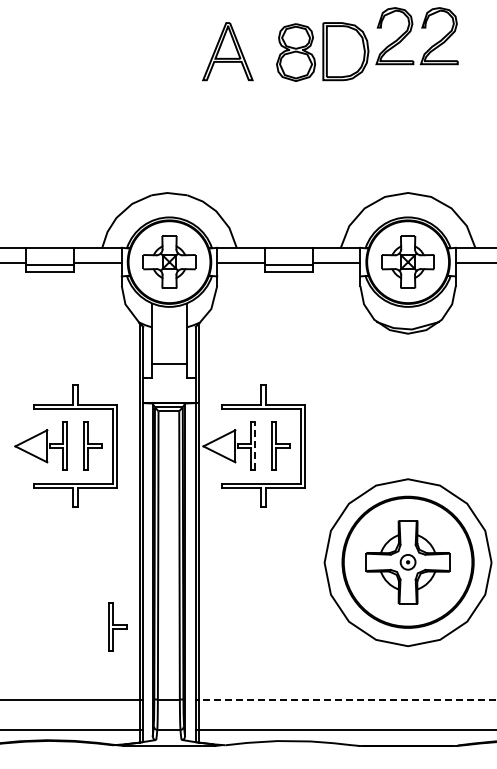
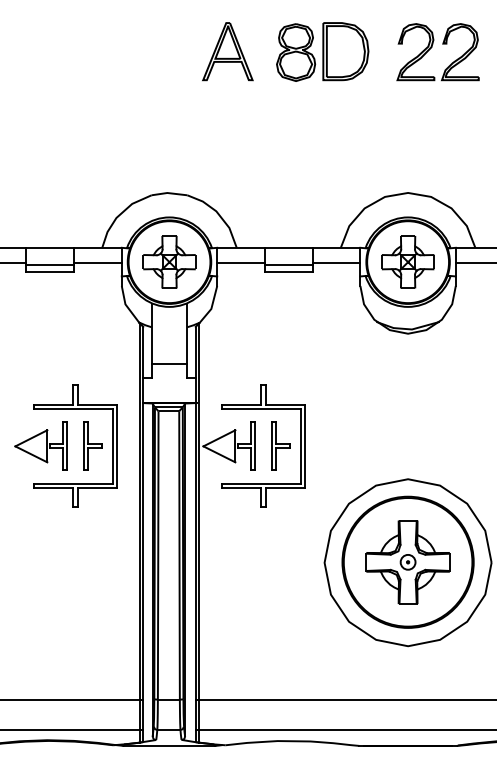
part at (411, 31) position: (411, 31) -> (432, 47)
line at (255, 446): dashed -> solid
part at (117, 626): present -> none
line at (347, 699): dashed -> solid
